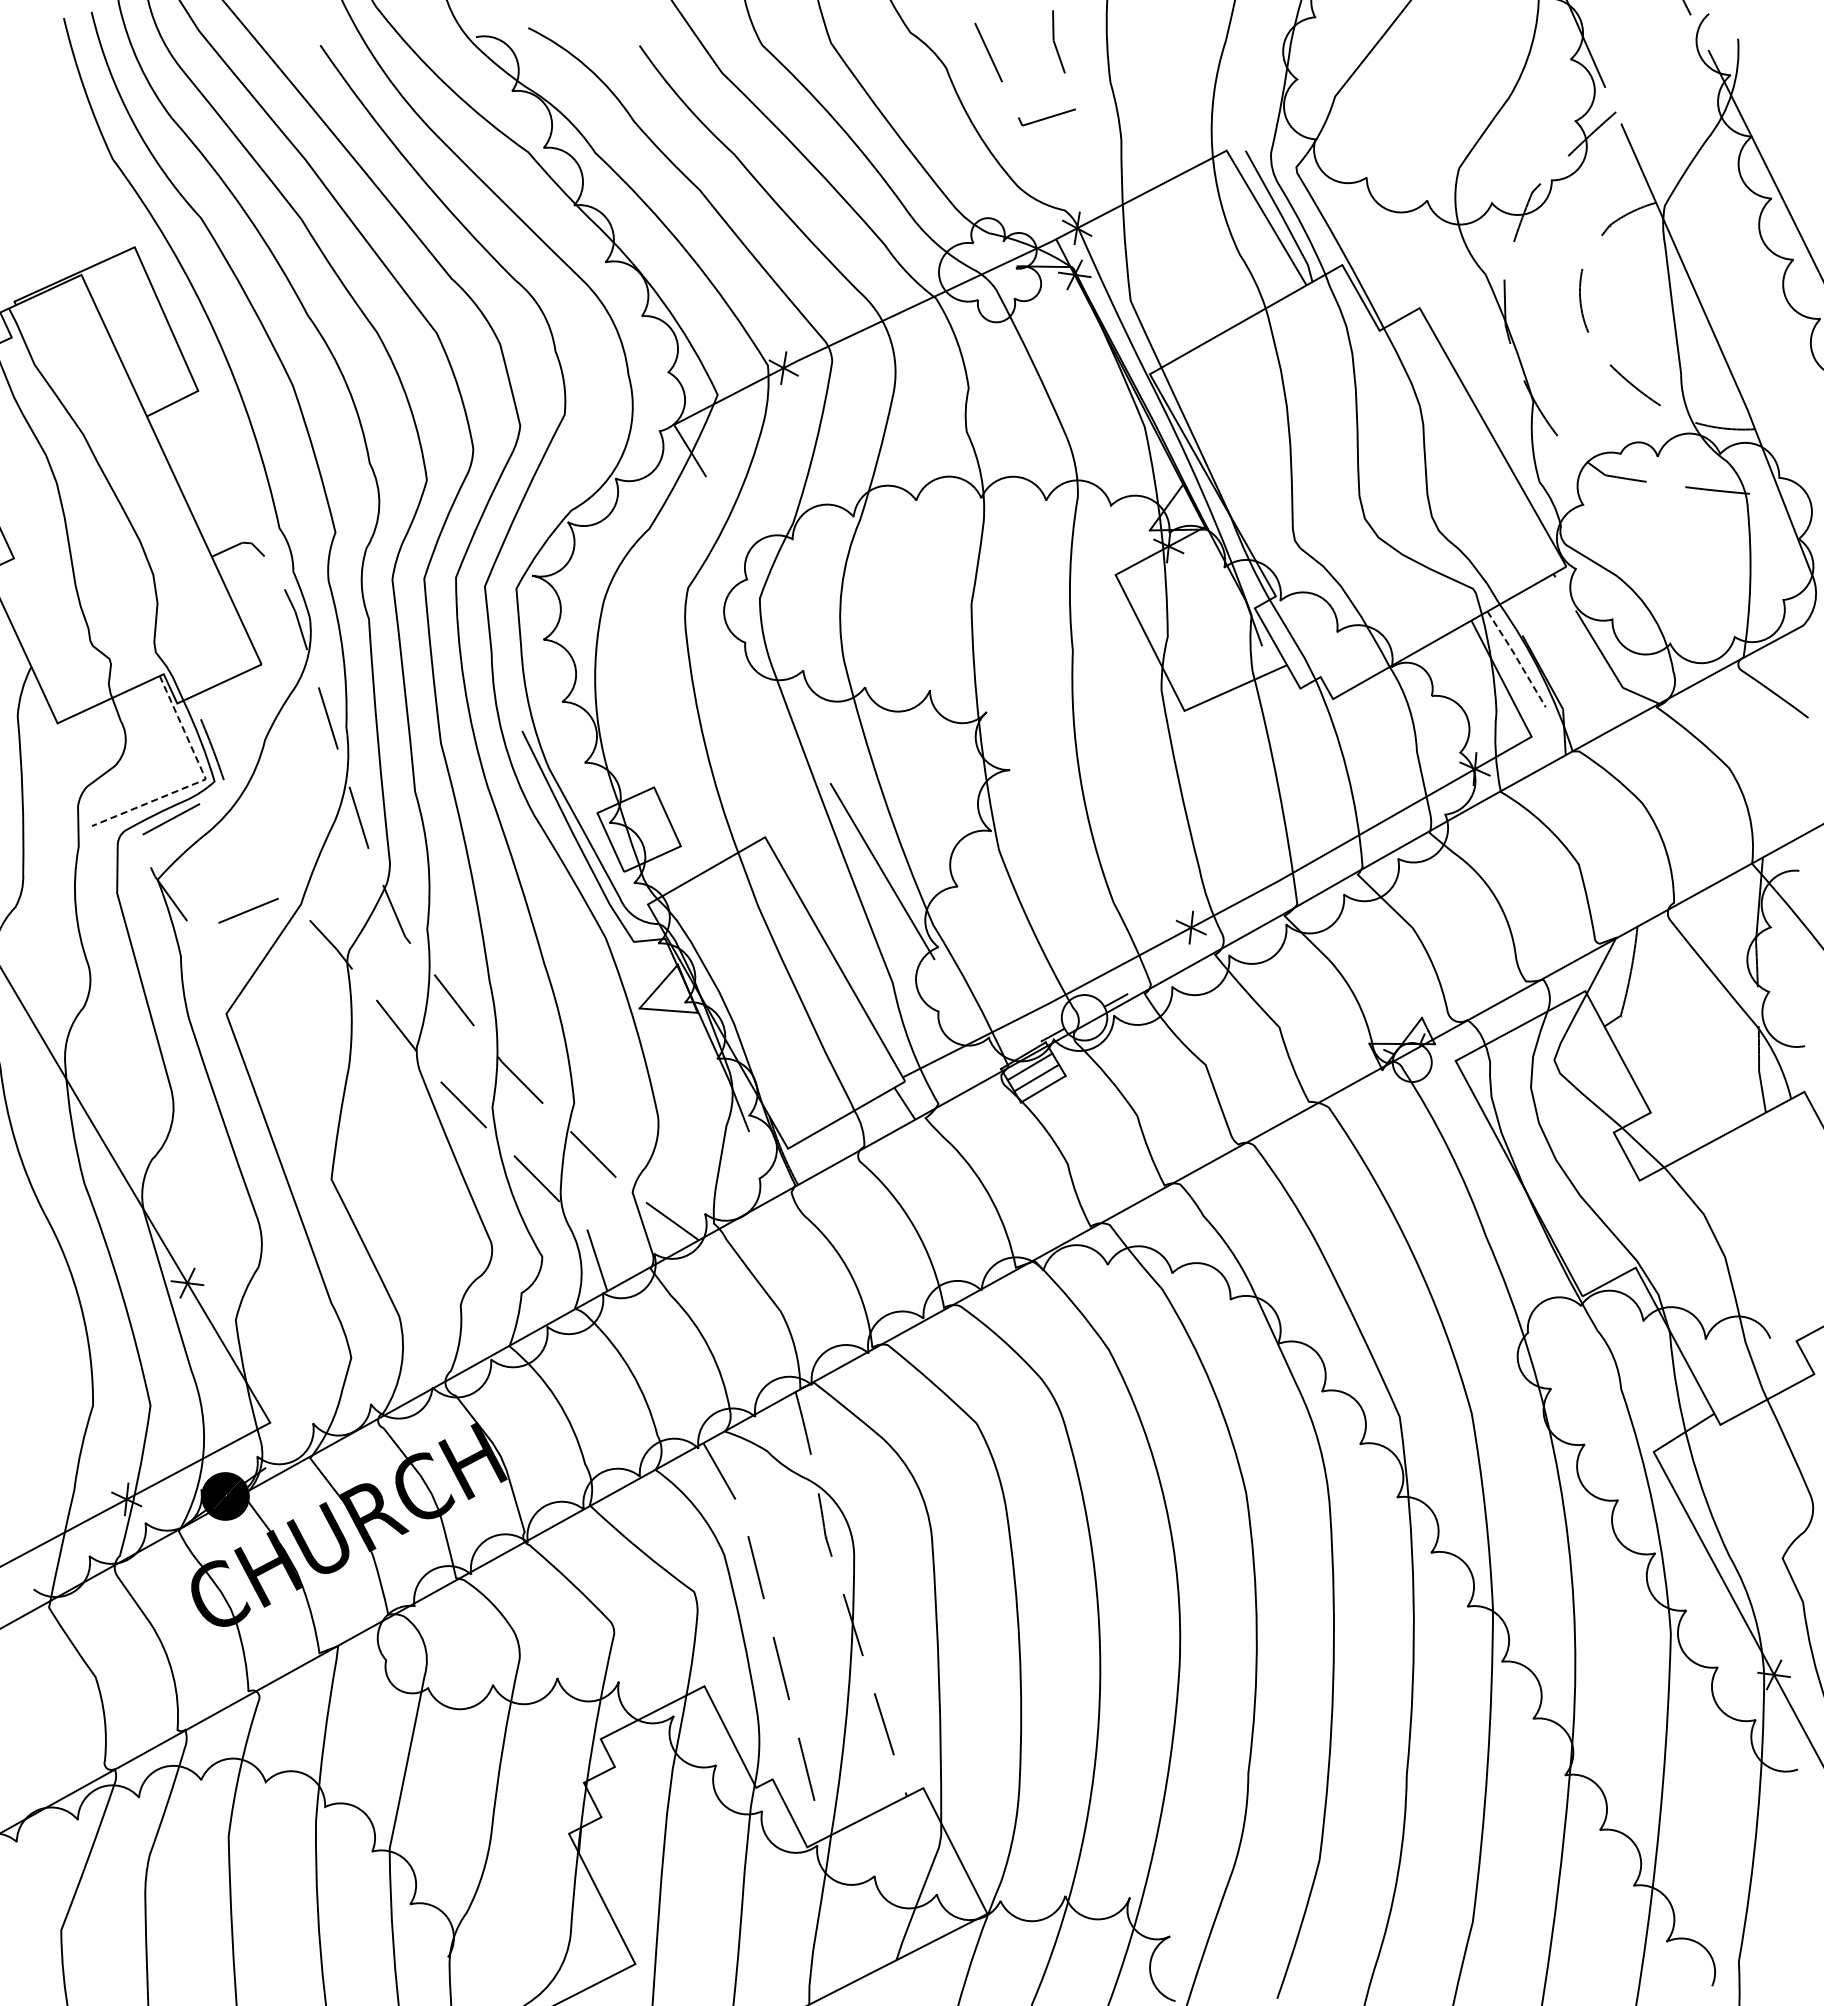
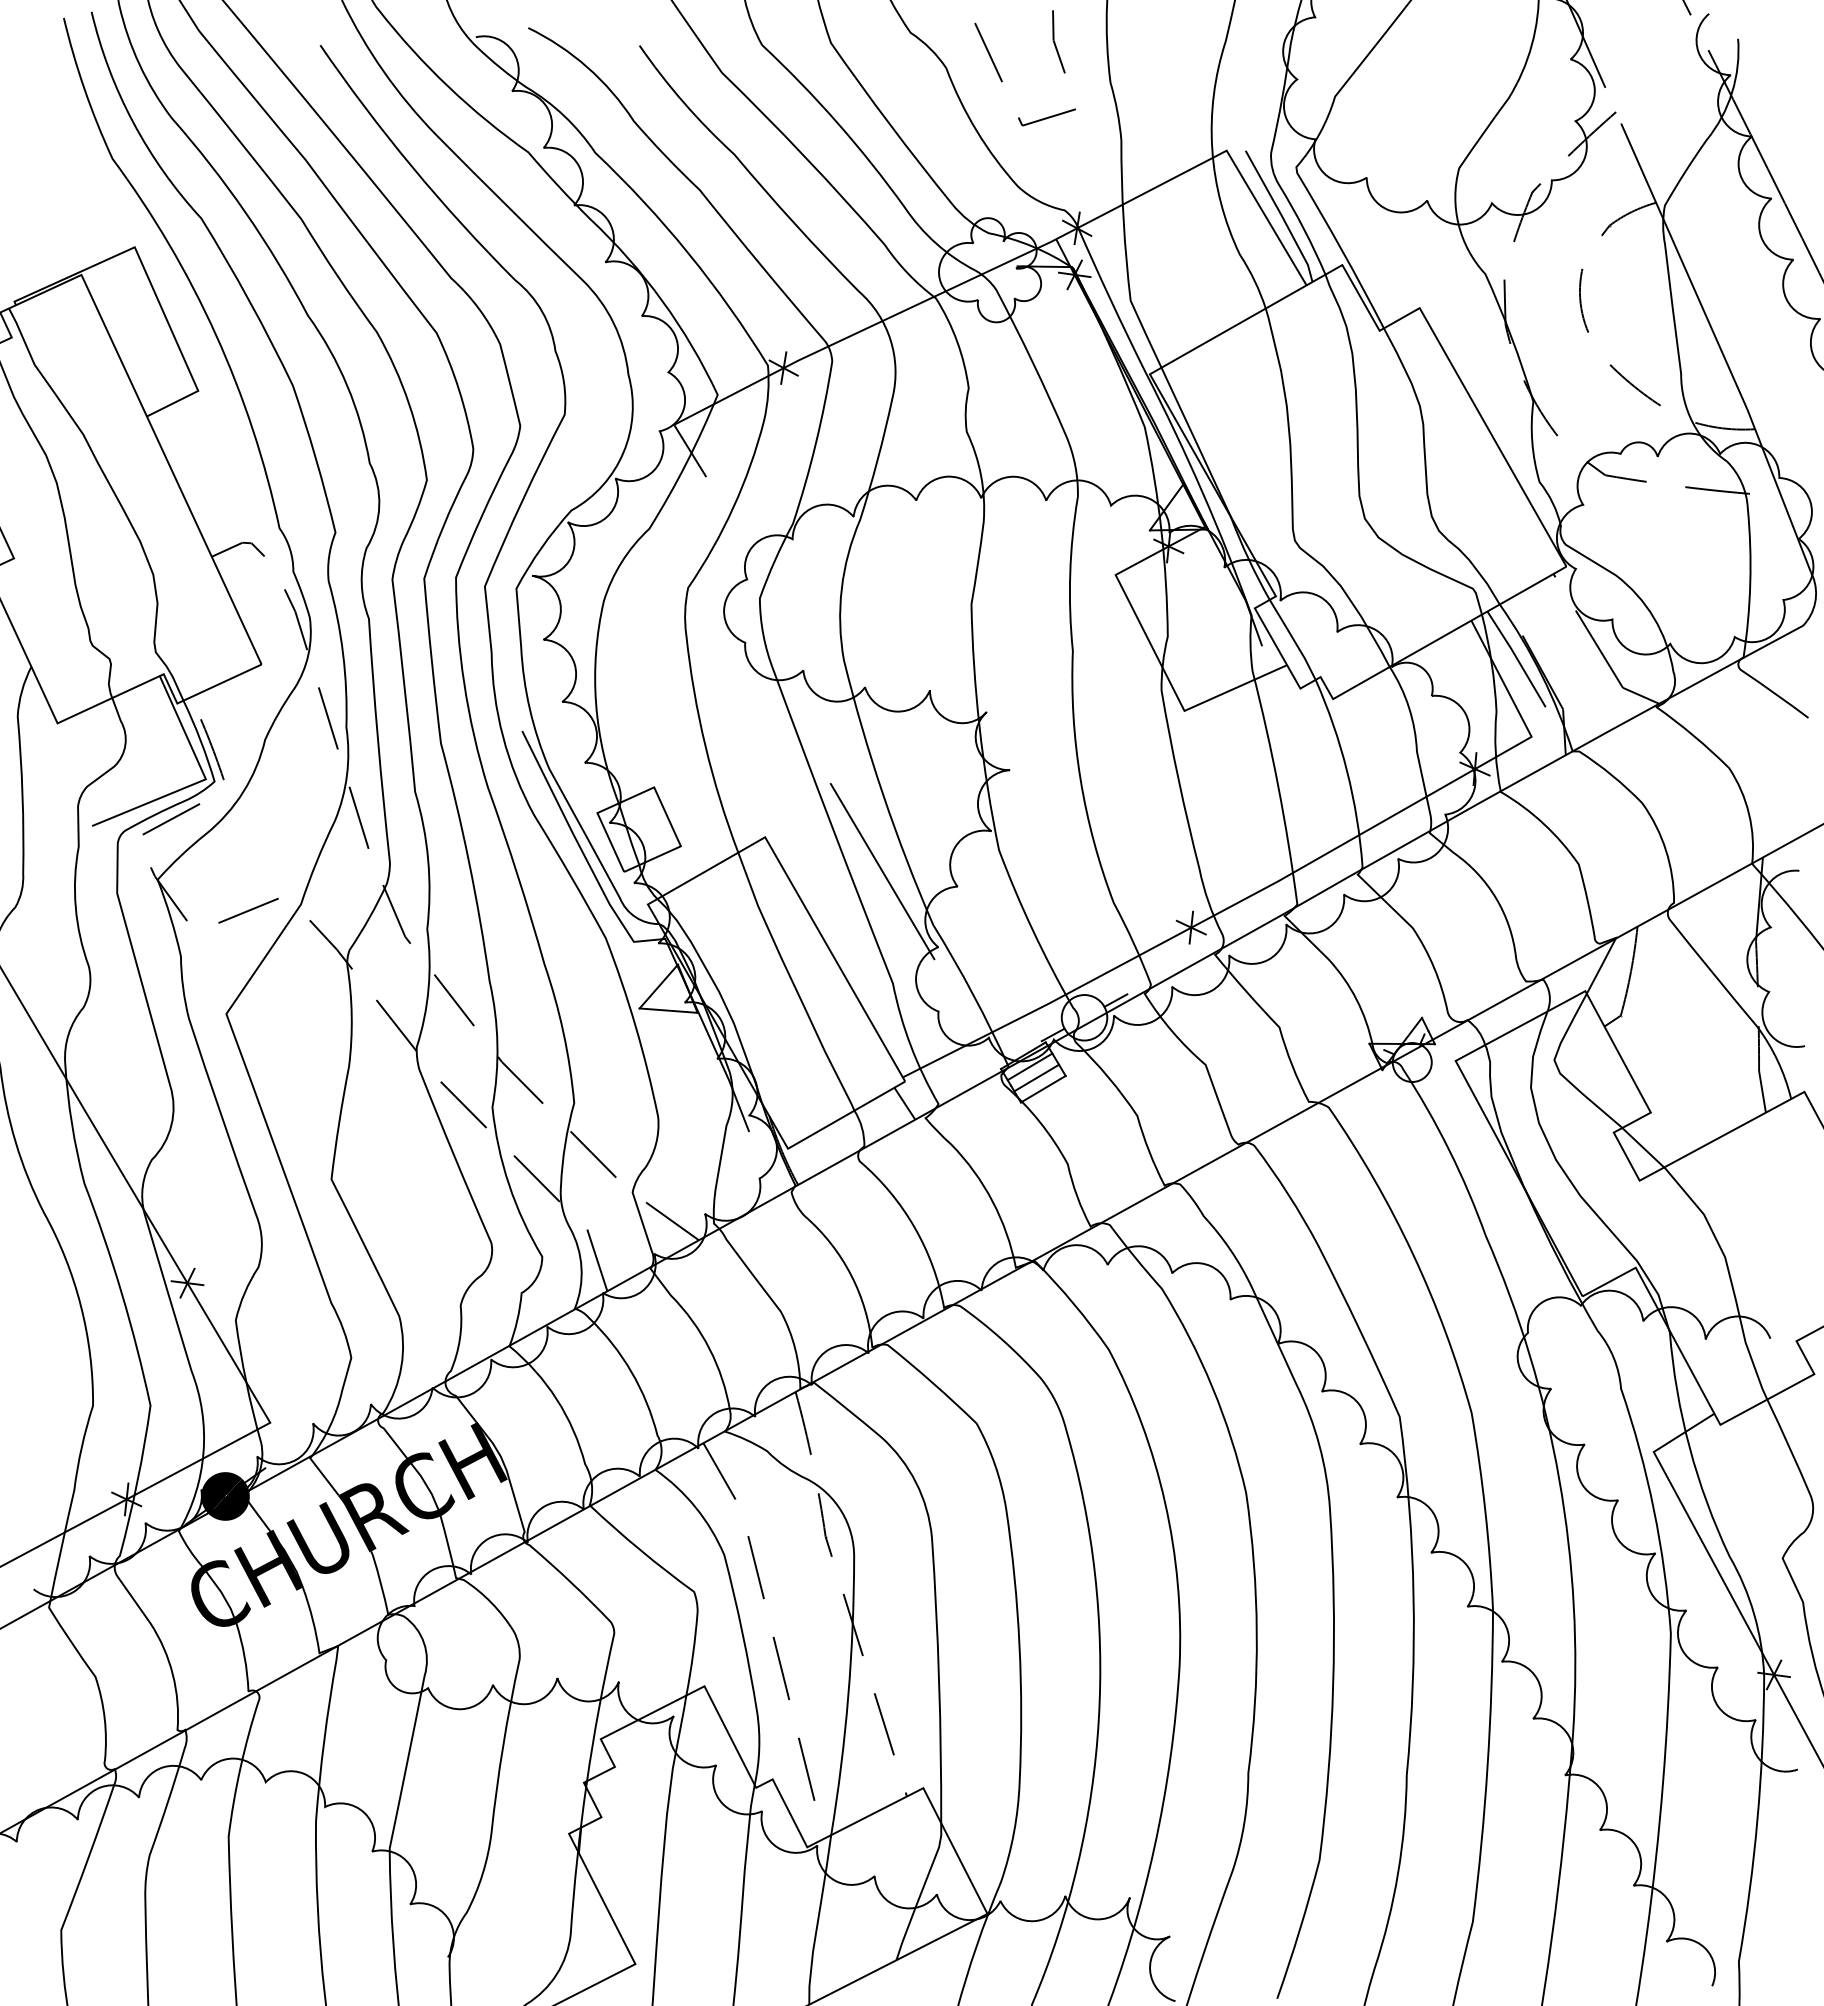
line at (1517, 658): dashed -> solid
line at (201, 781): dashed -> solid
